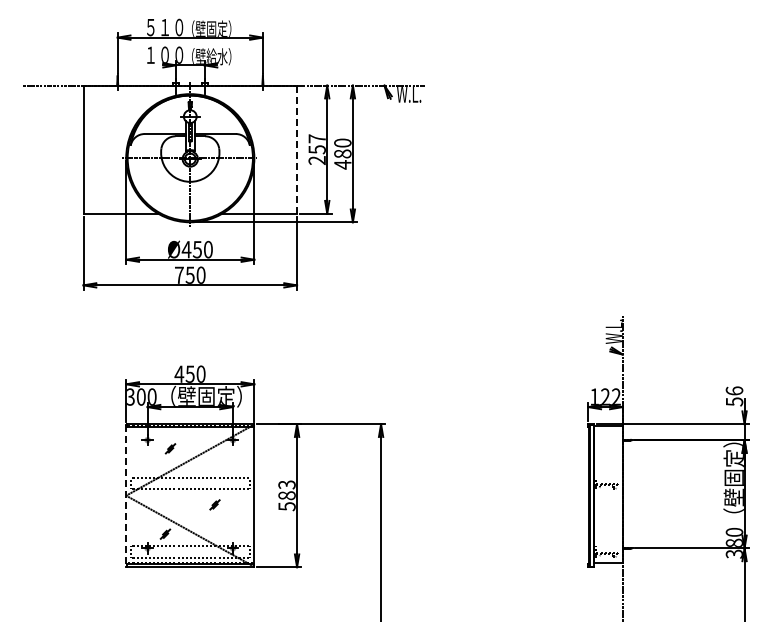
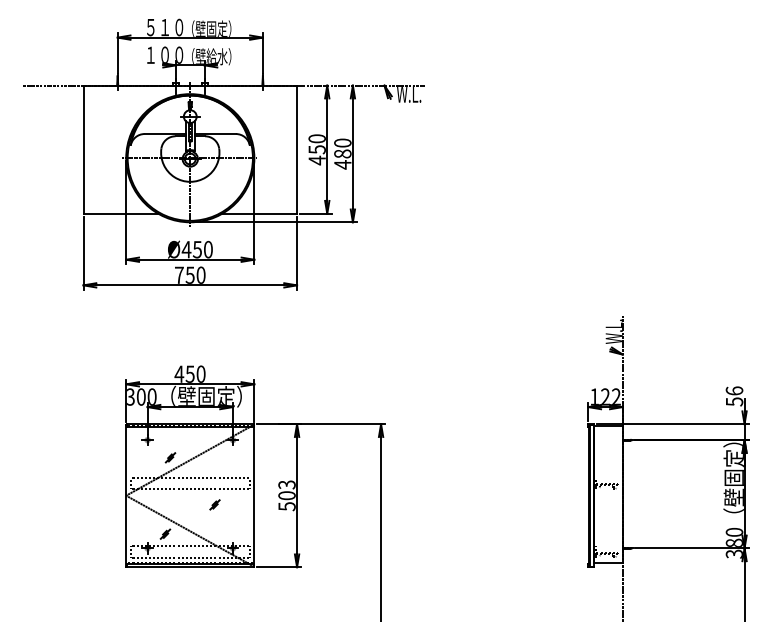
text at (316, 149): 257 -> 450
line at (297, 150): dashed -> solid
part at (170, 448) position: (170, 448) -> (170, 457)
text at (286, 495): 583 -> 503
line at (126, 496): dashed -> solid
